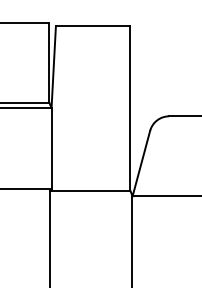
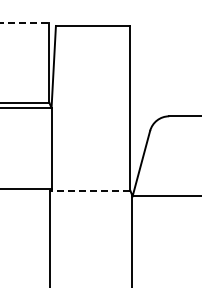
line at (25, 22): solid -> dashed
line at (90, 190): solid -> dashed
